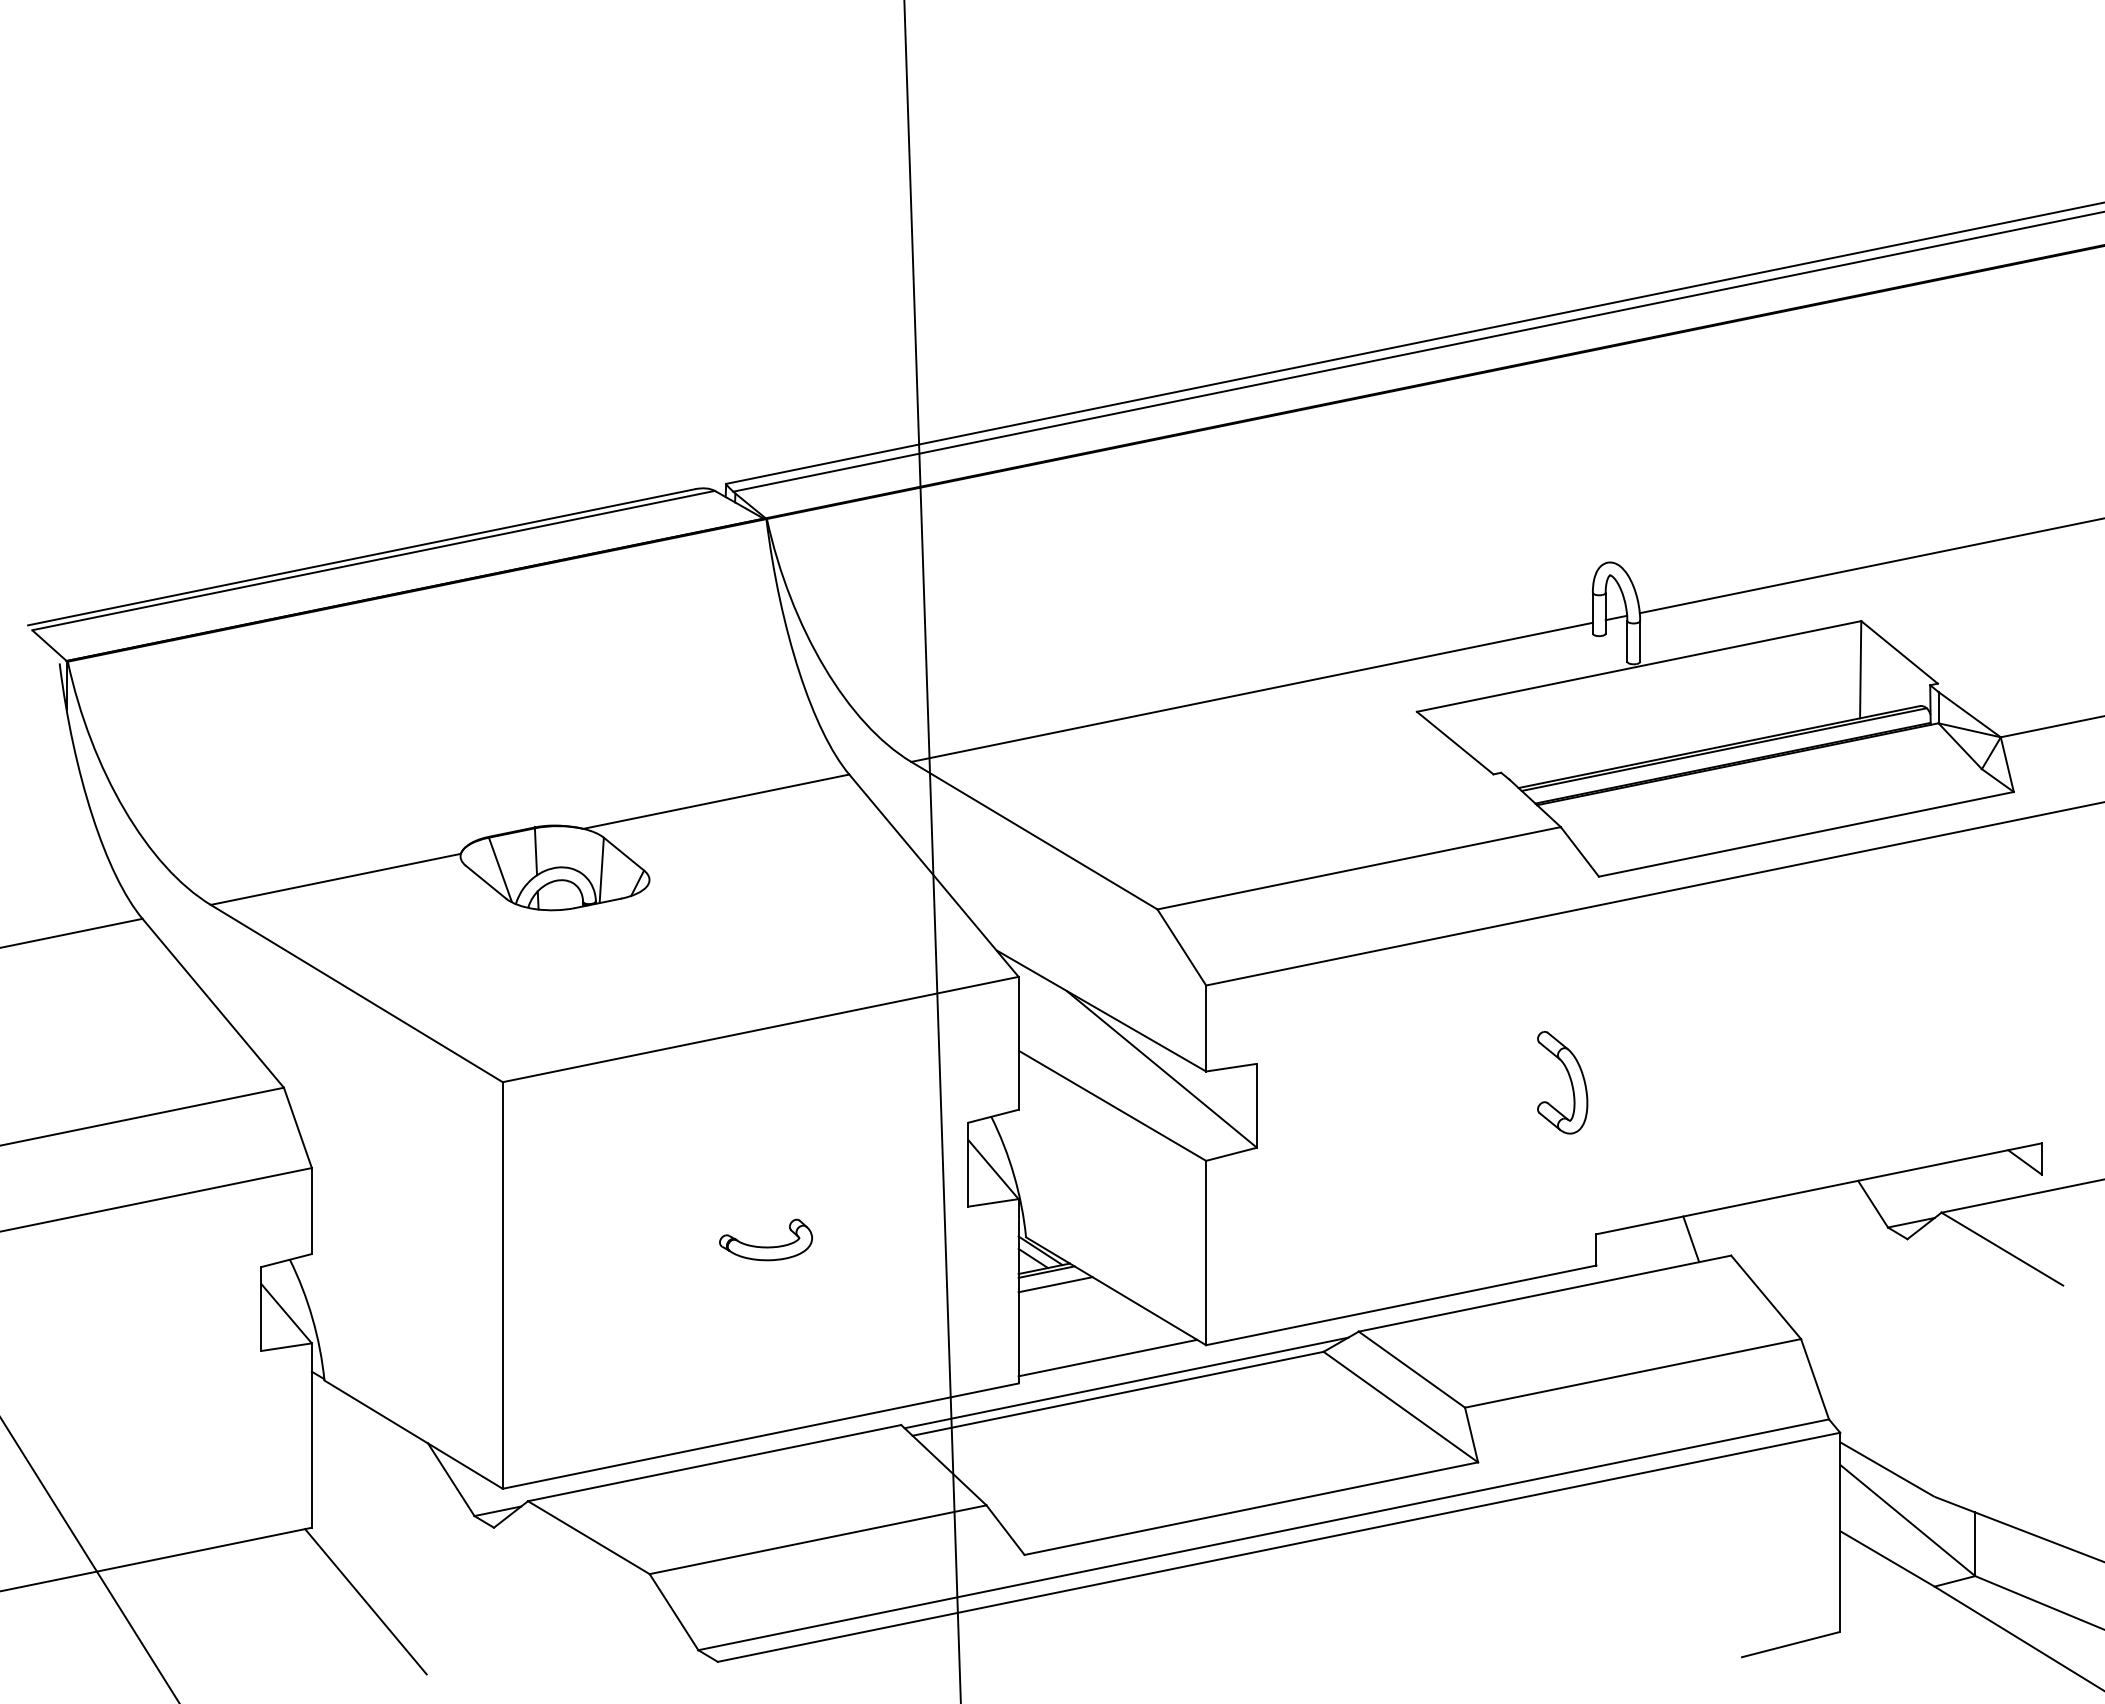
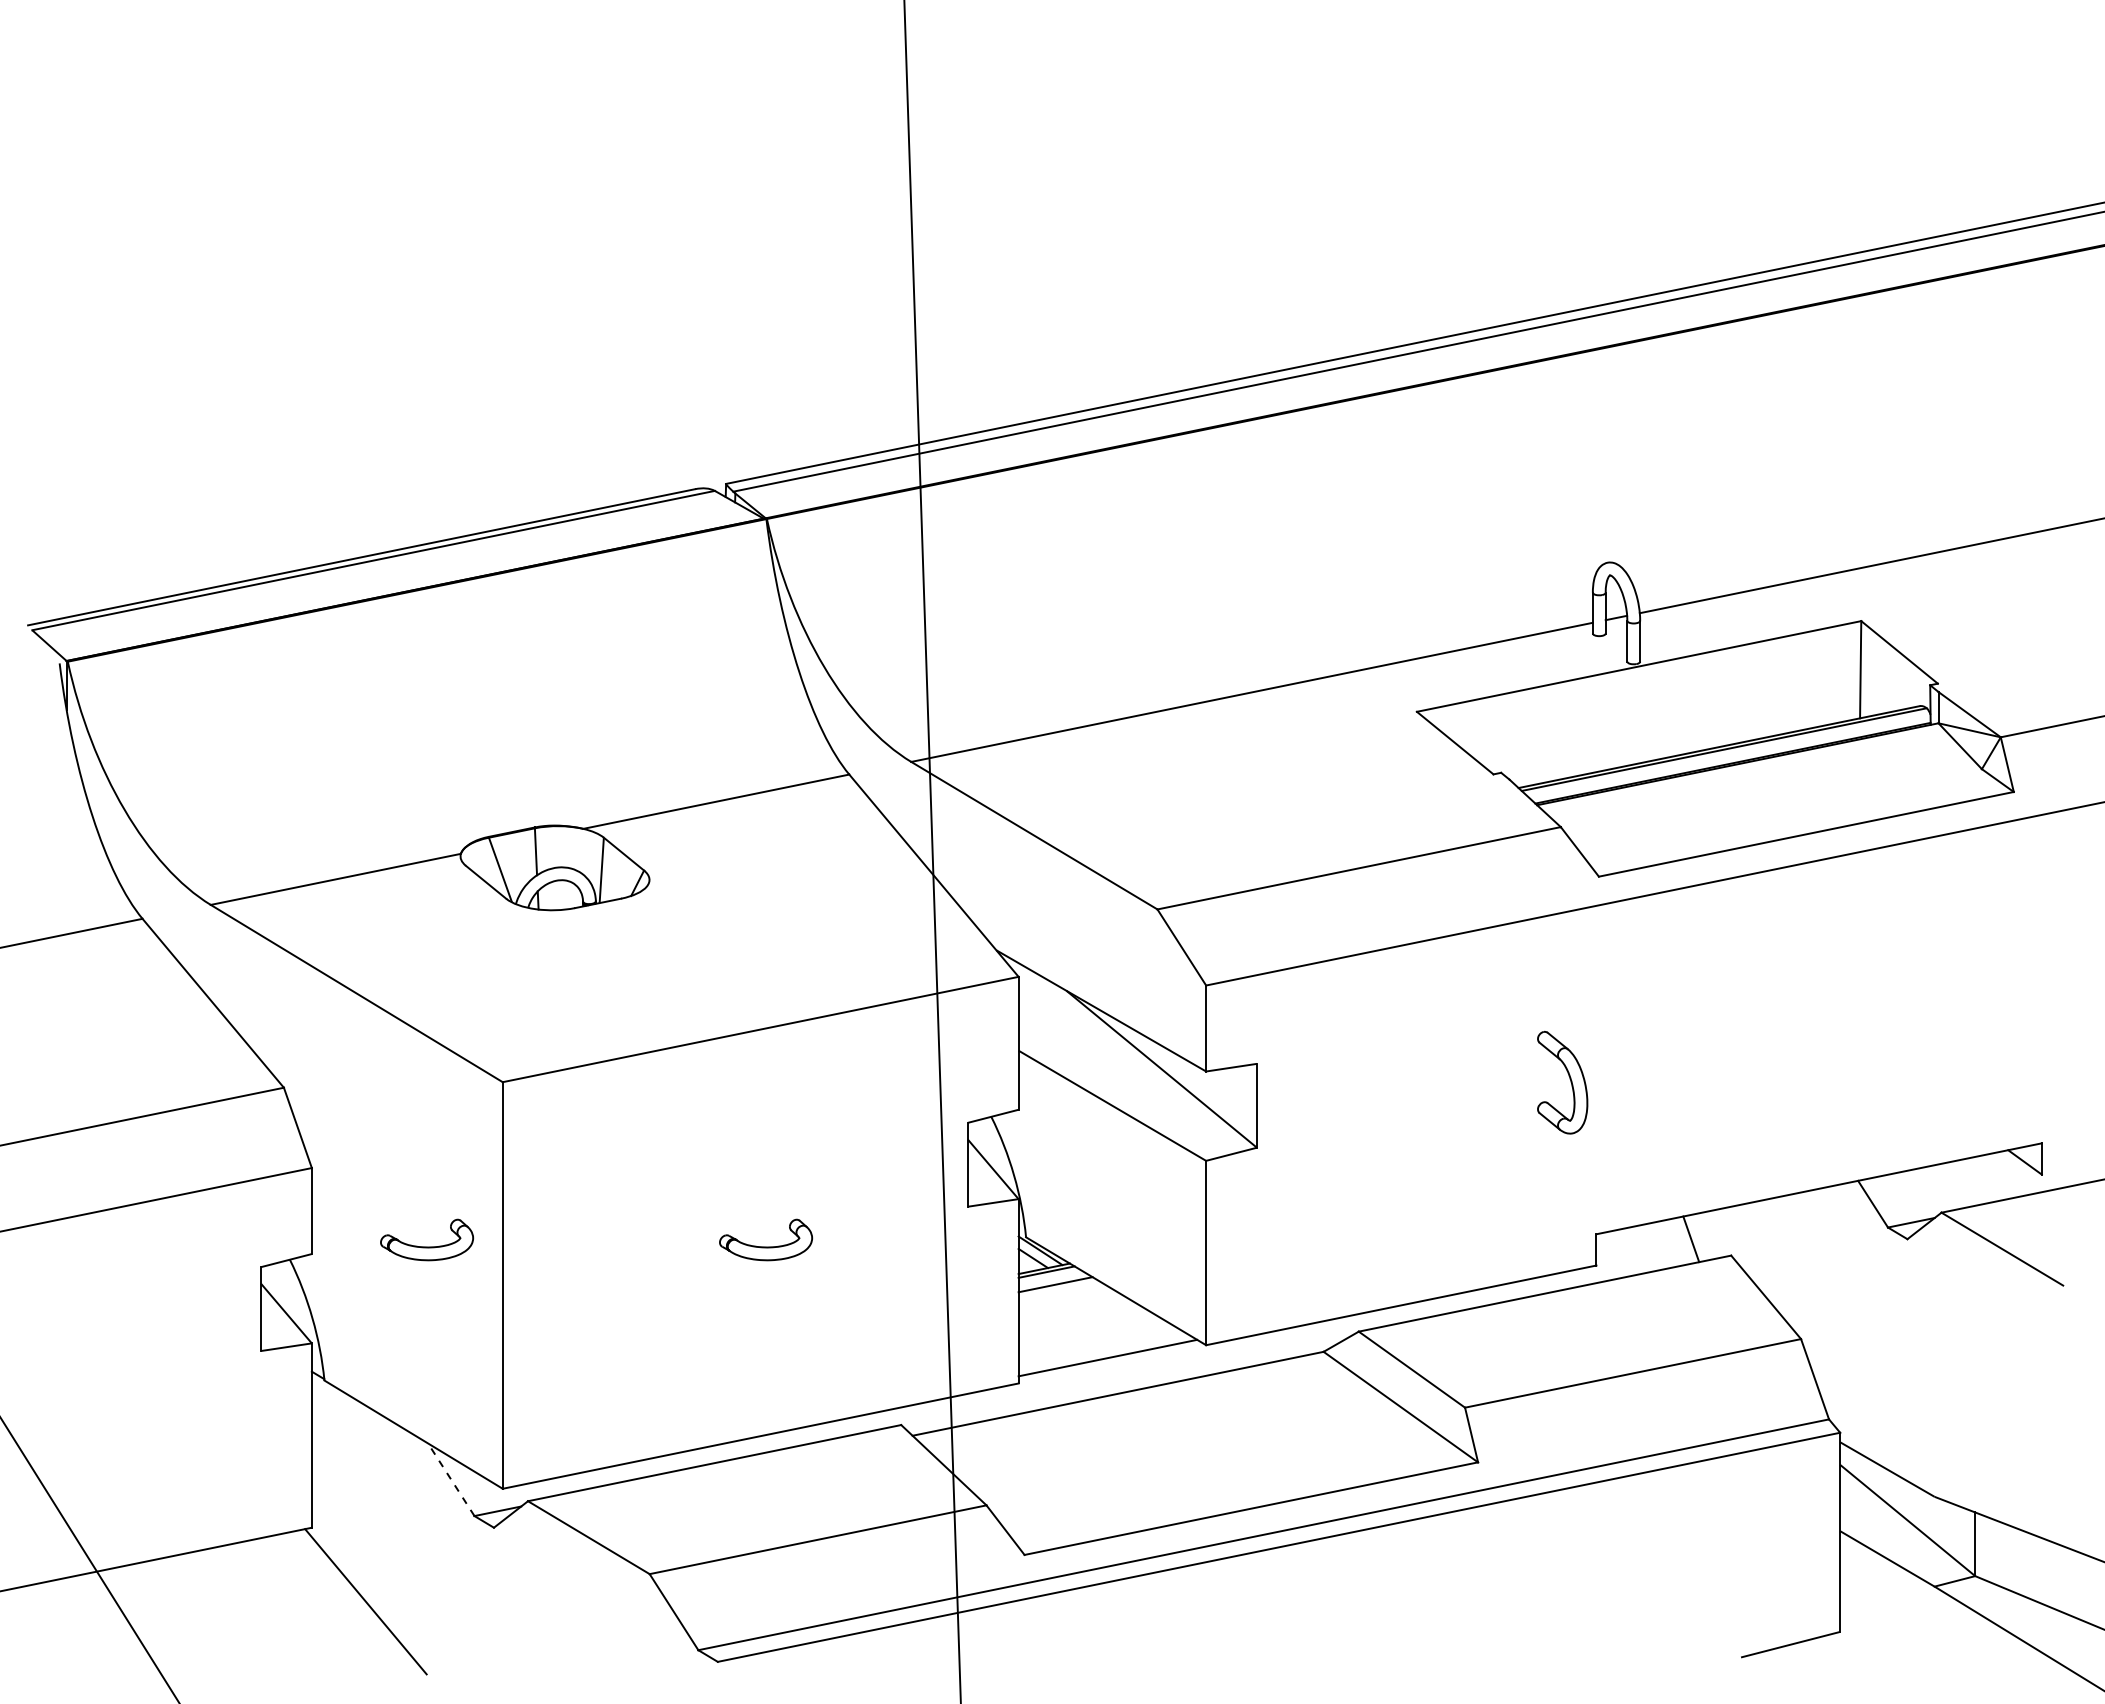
part at (427, 1246): none -> present
line at (1126, 1382): present -> none
line at (451, 1479): solid -> dashed
